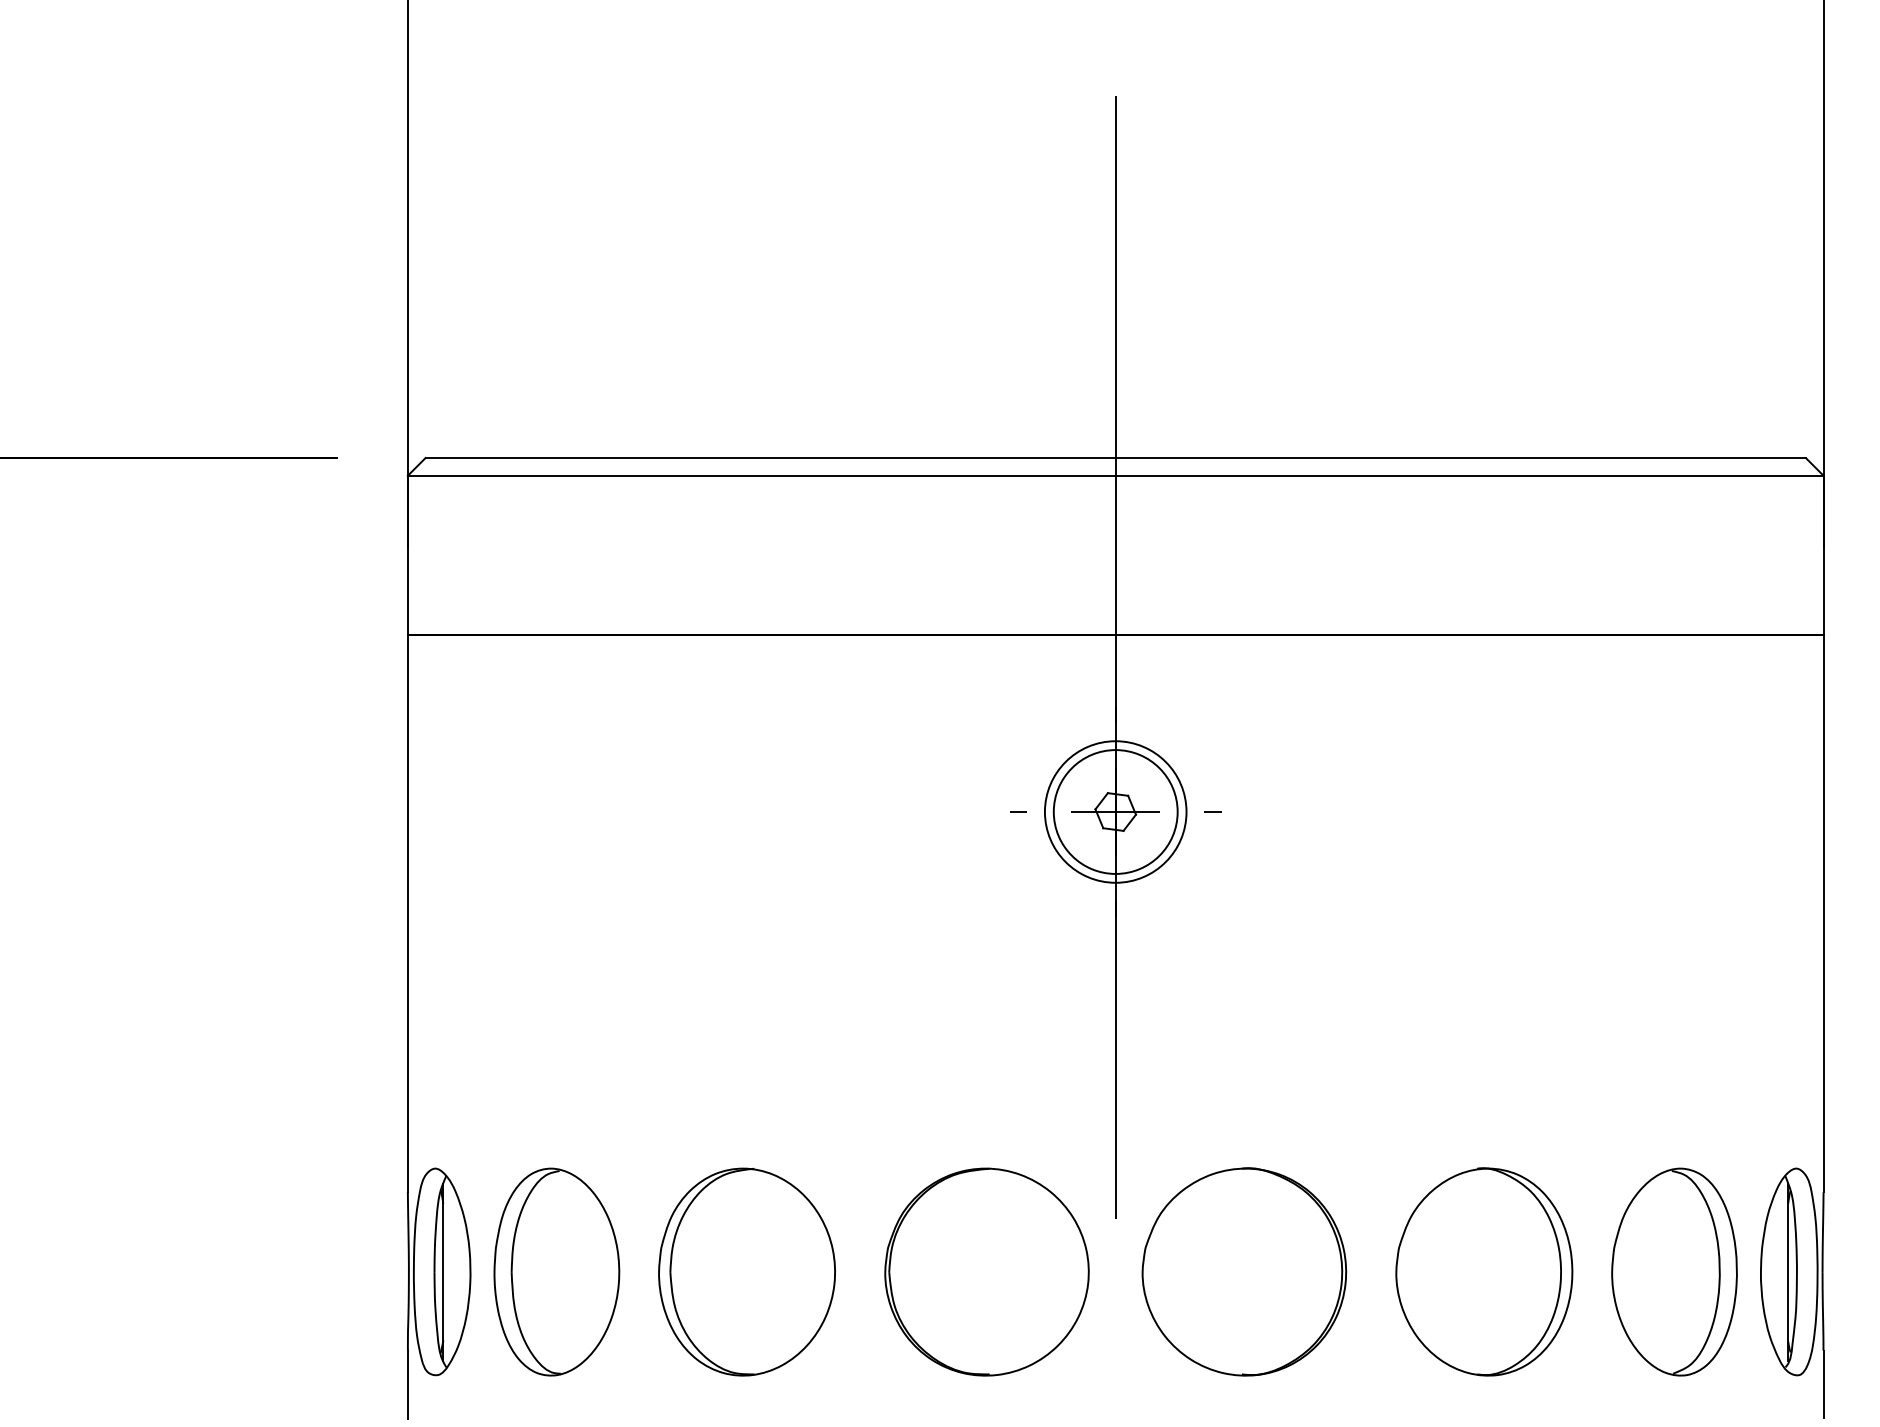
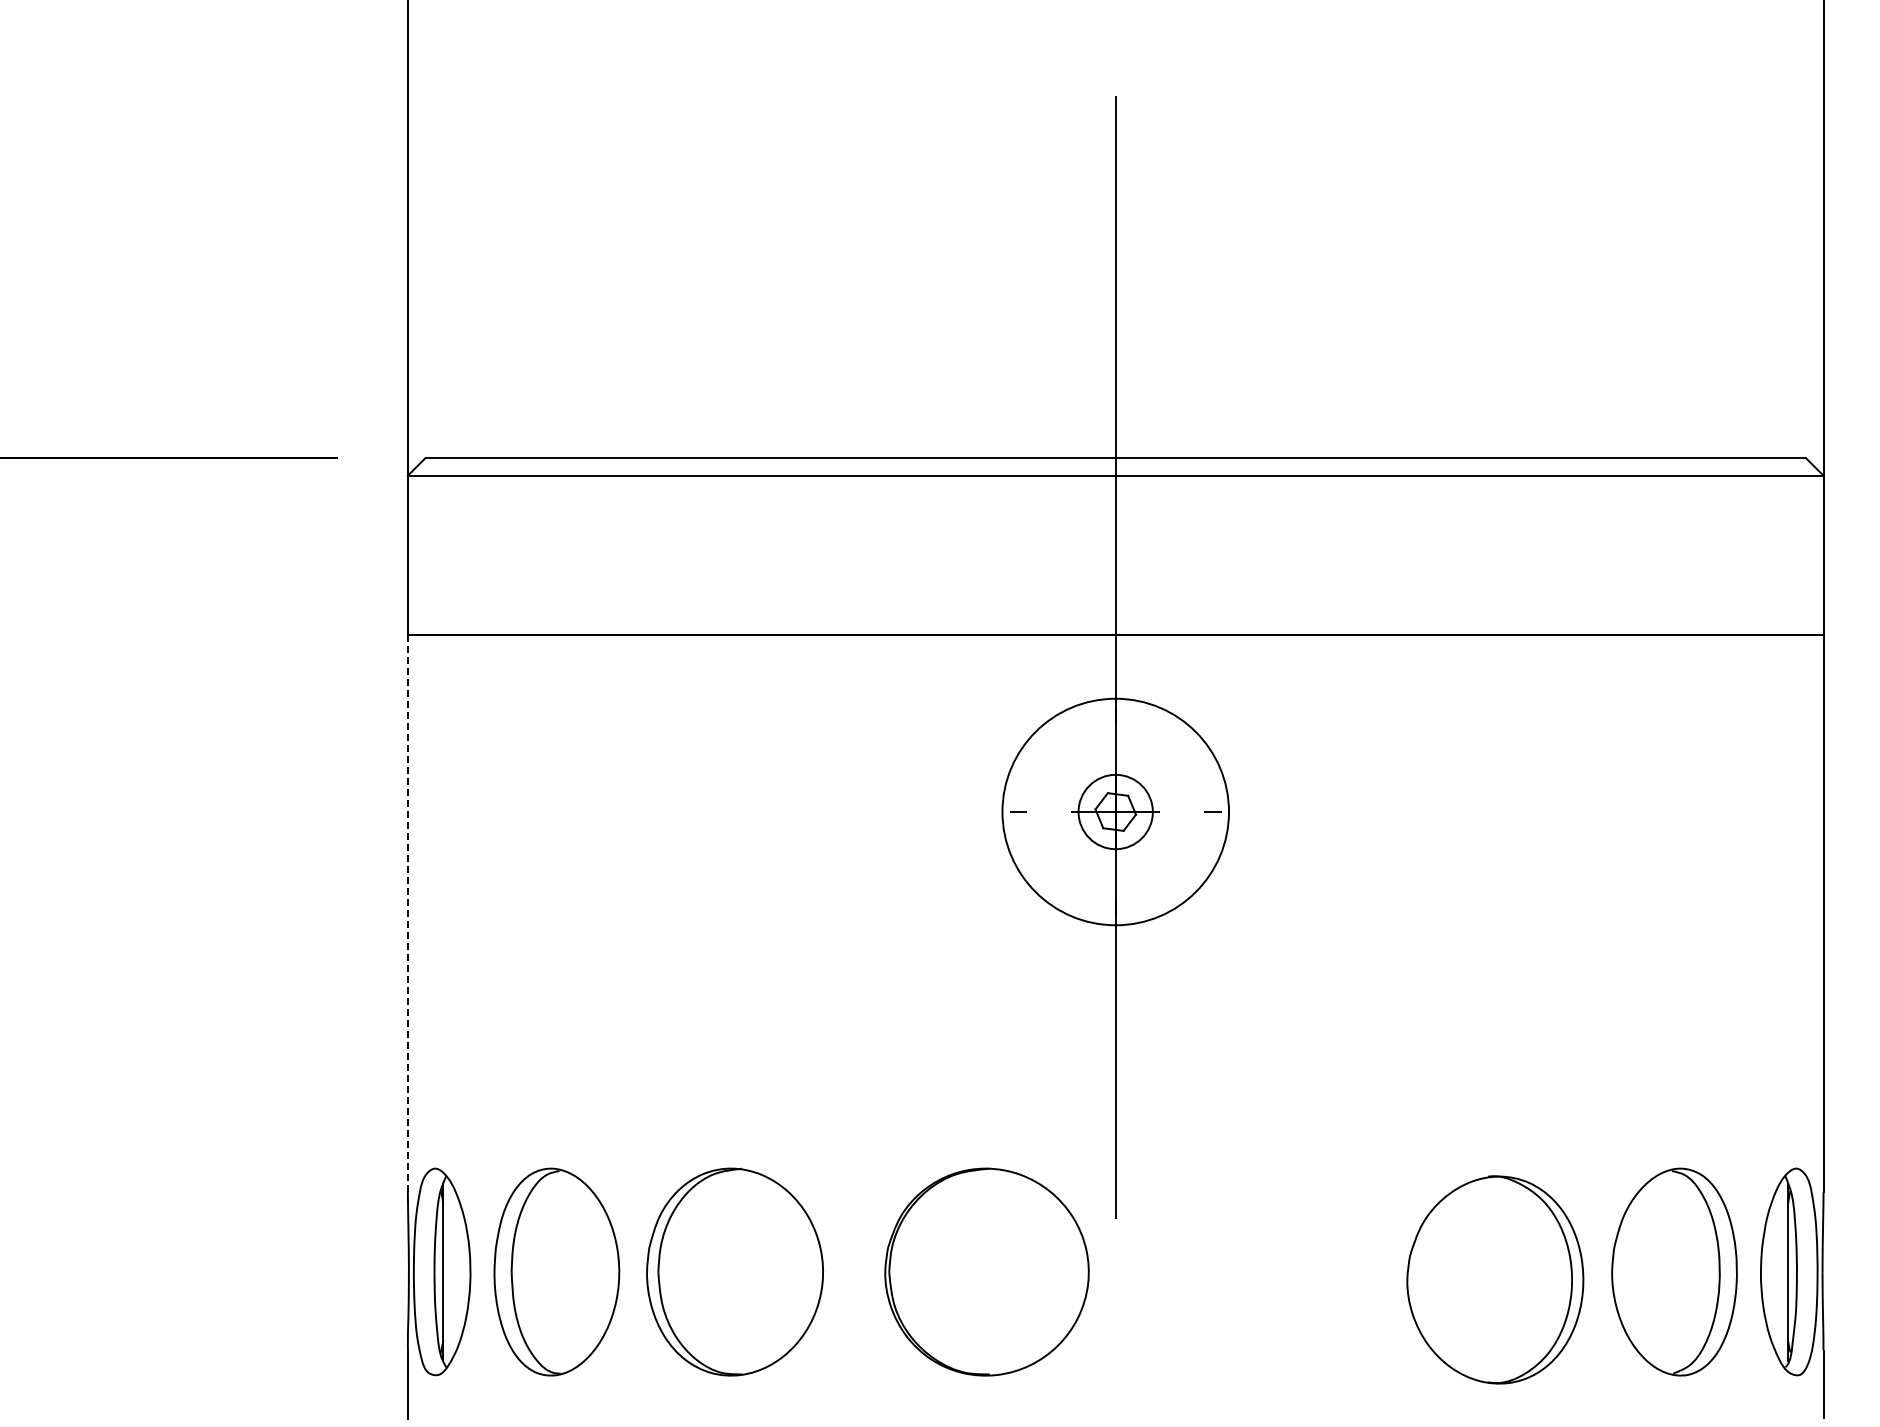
circle at (1115, 811) diameter: 124 px -> 74 px
circle at (1115, 811) diameter: 142 px -> 227 px
line at (407, 913): solid -> dashed
part at (746, 1271) position: (746, 1271) -> (734, 1271)
part at (1244, 1271): present -> none
part at (1484, 1271) position: (1484, 1271) -> (1495, 1279)
